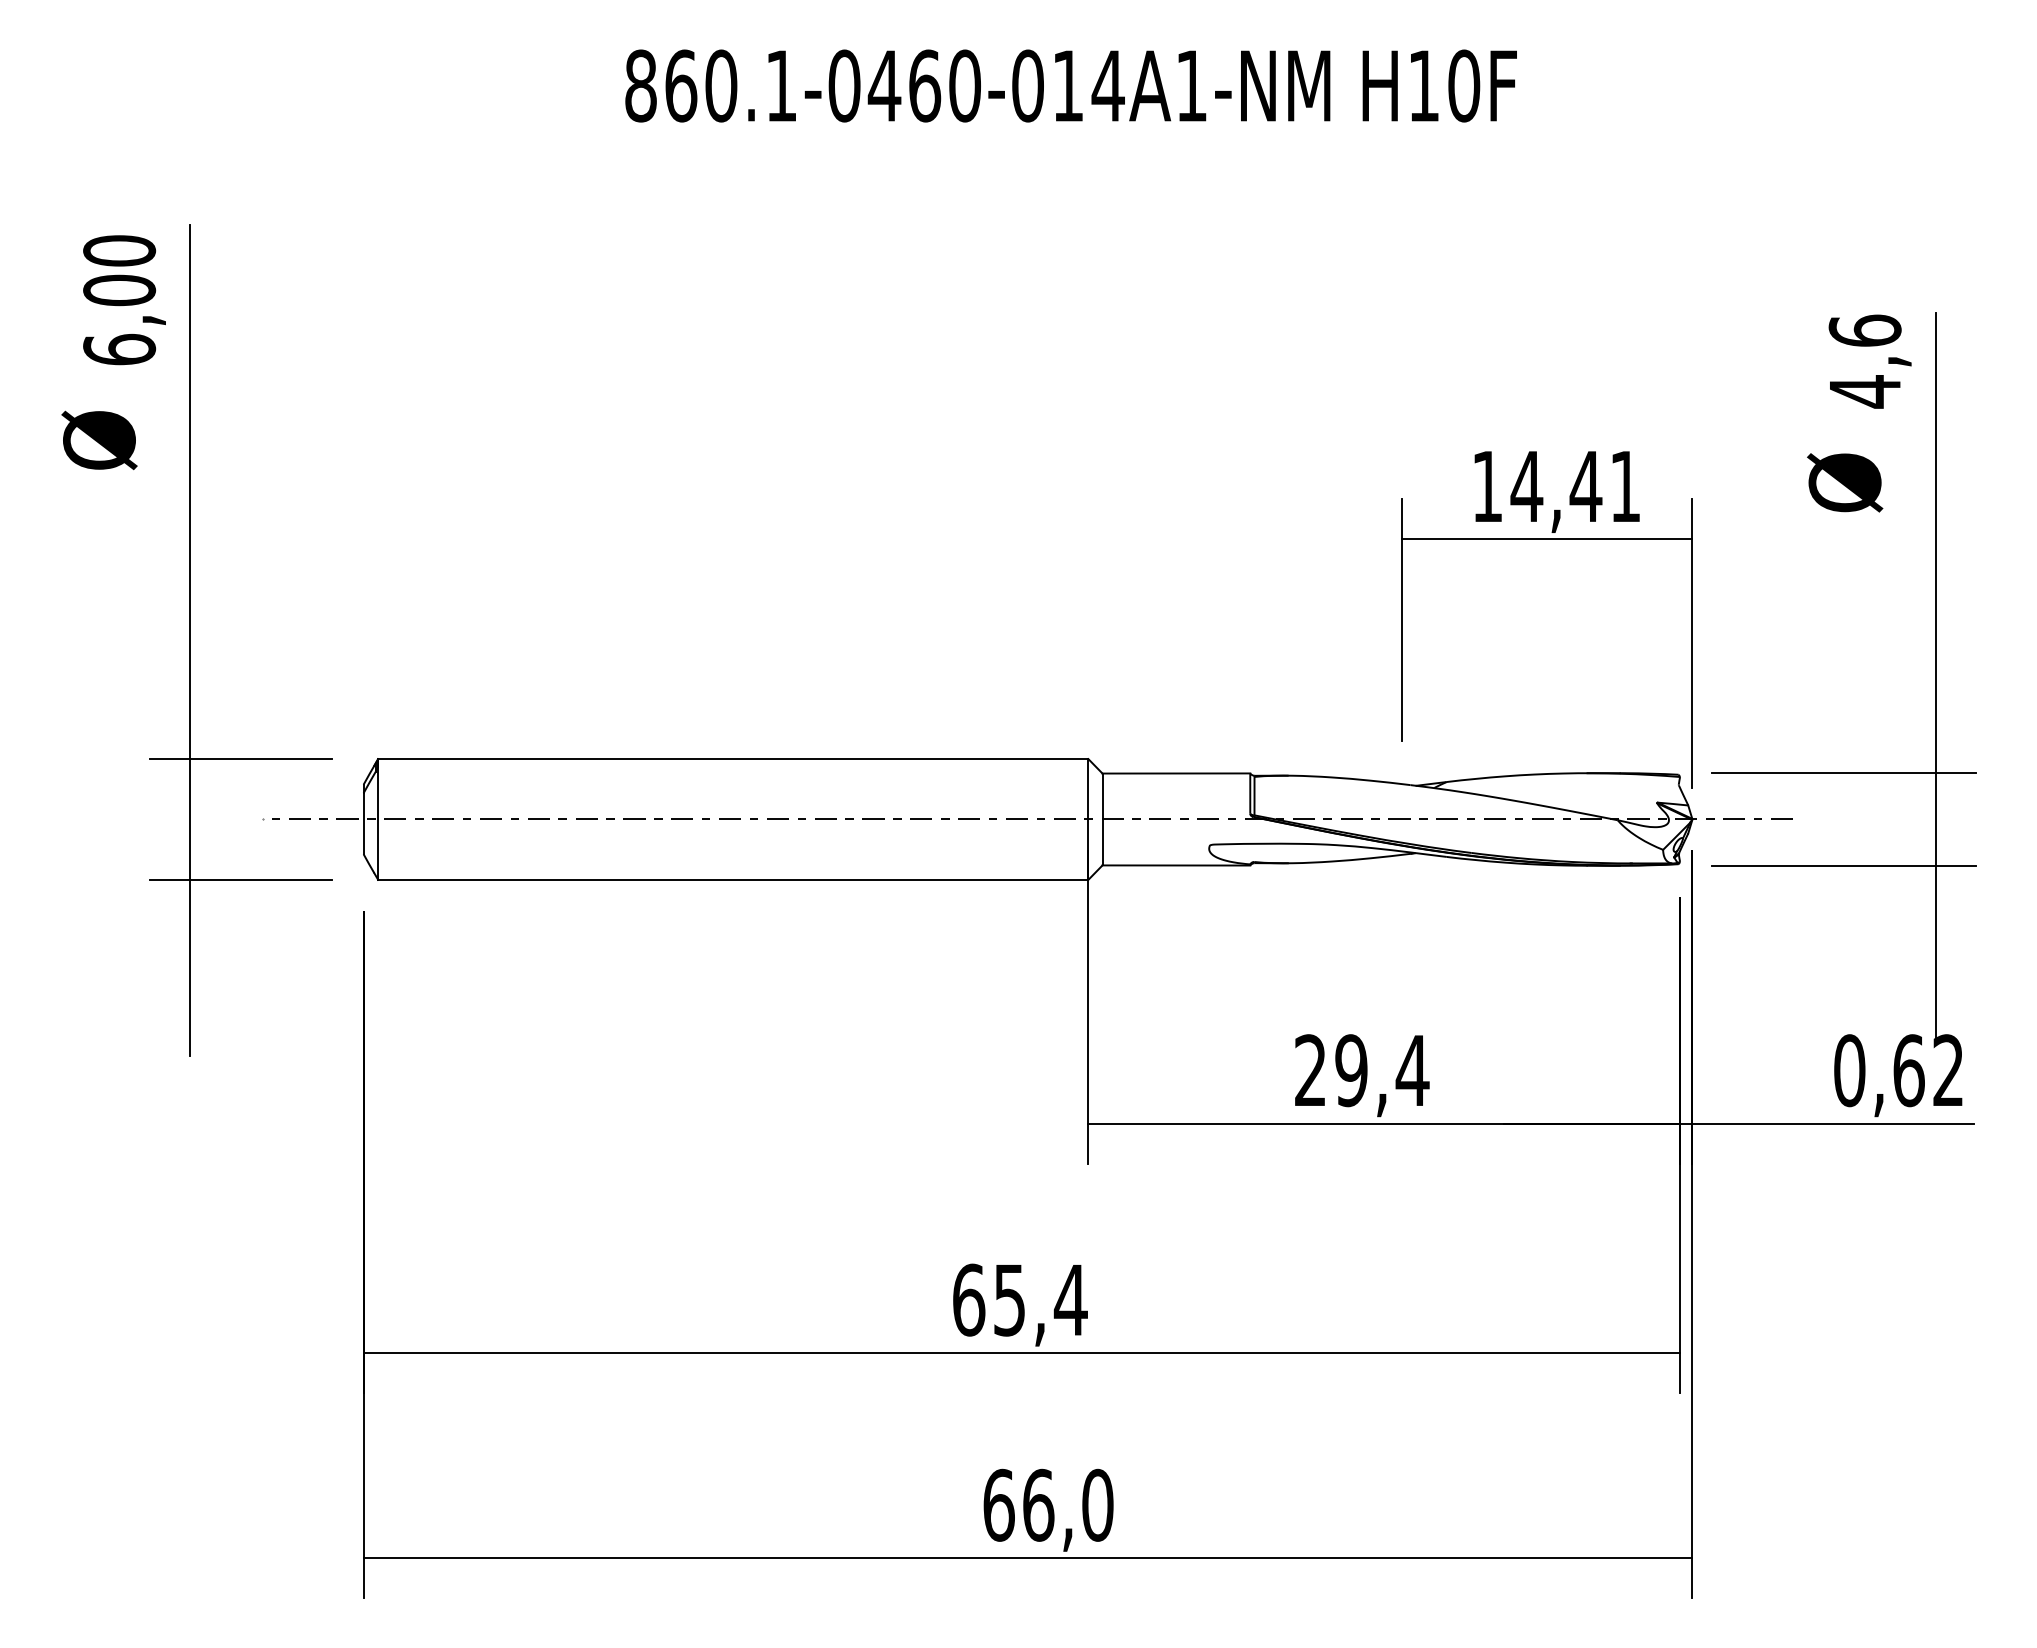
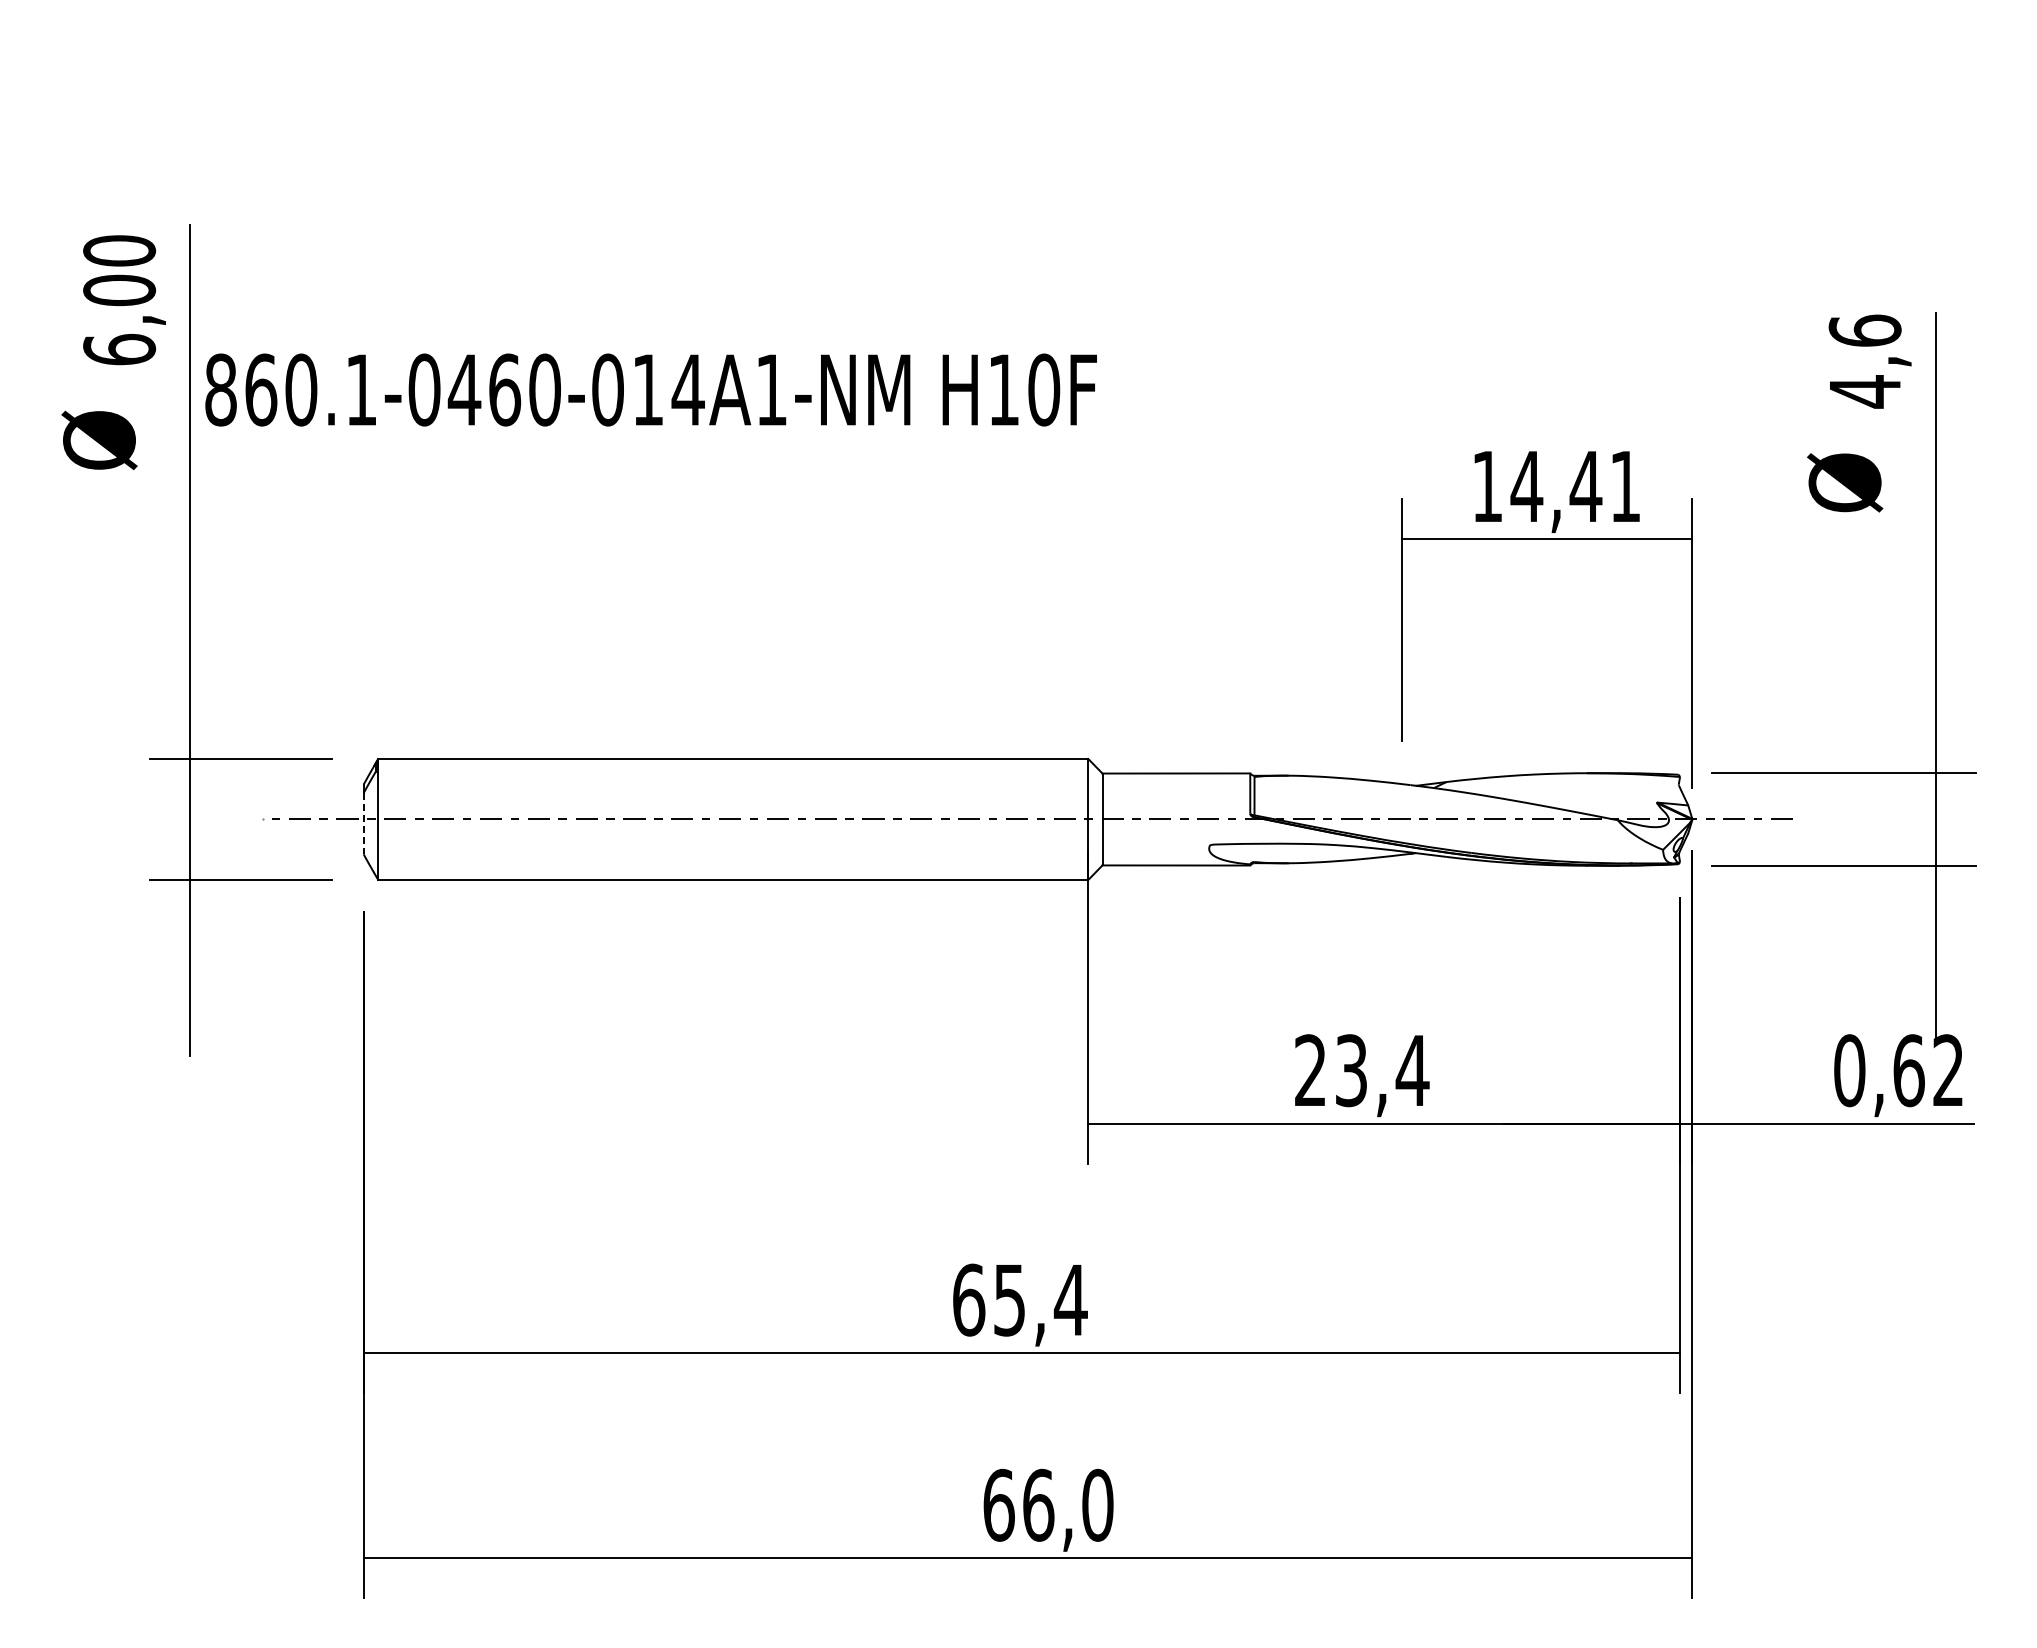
text at (1070, 85) position: (1070, 85) -> (650, 389)
line at (363, 823): solid -> dashed
text at (1351, 1070): 29,4 -> 23,4
